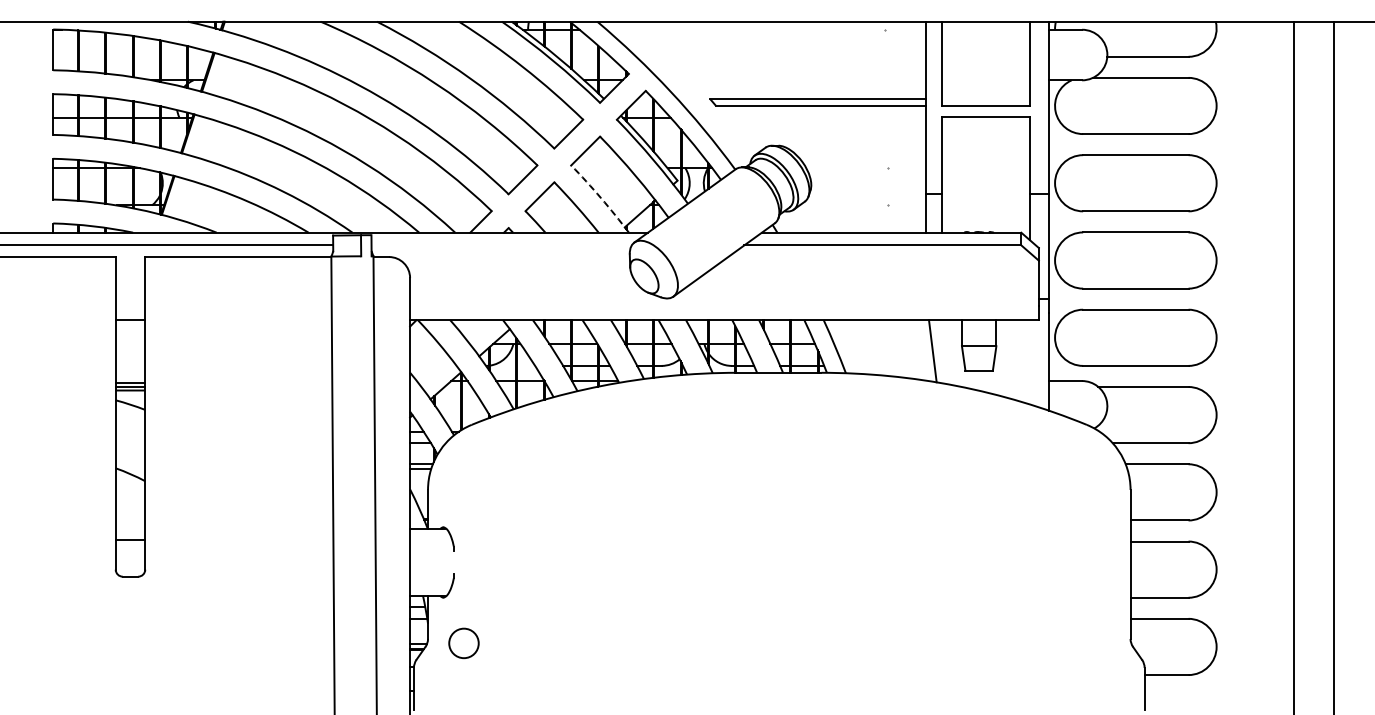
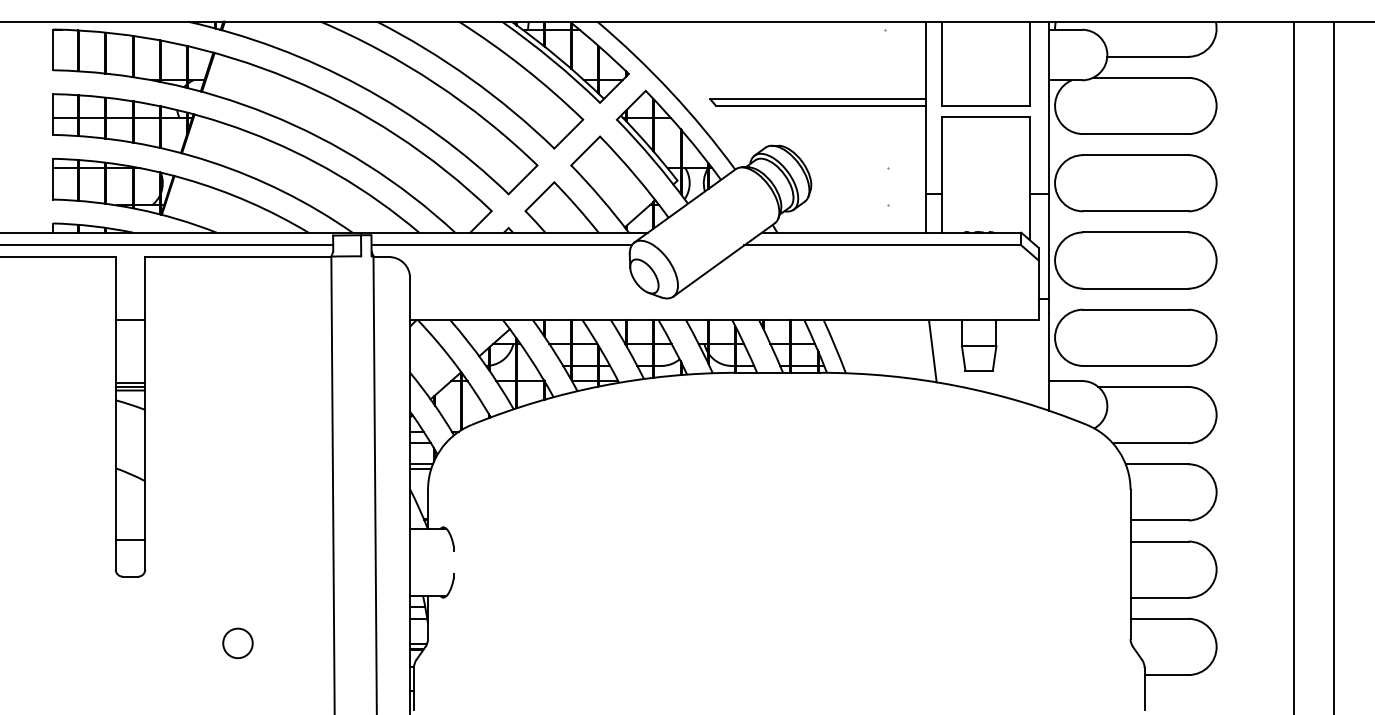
arc at (601, 198): dashed -> solid
line at (501, 245): none -> present
circle at (463, 643) position: (463, 643) -> (237, 643)
